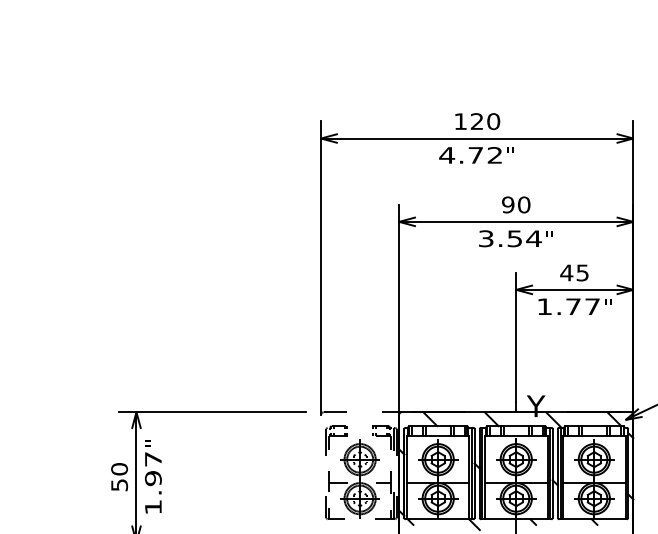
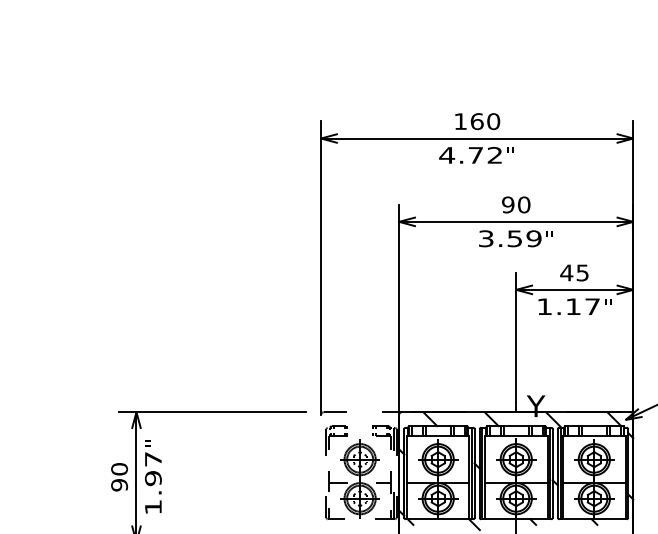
text at (476, 121): 120 -> 160
text at (533, 238): 3.54 -> 3.59
text at (573, 306): 1.77 -> 1.17
text at (119, 485): 50 -> 90
